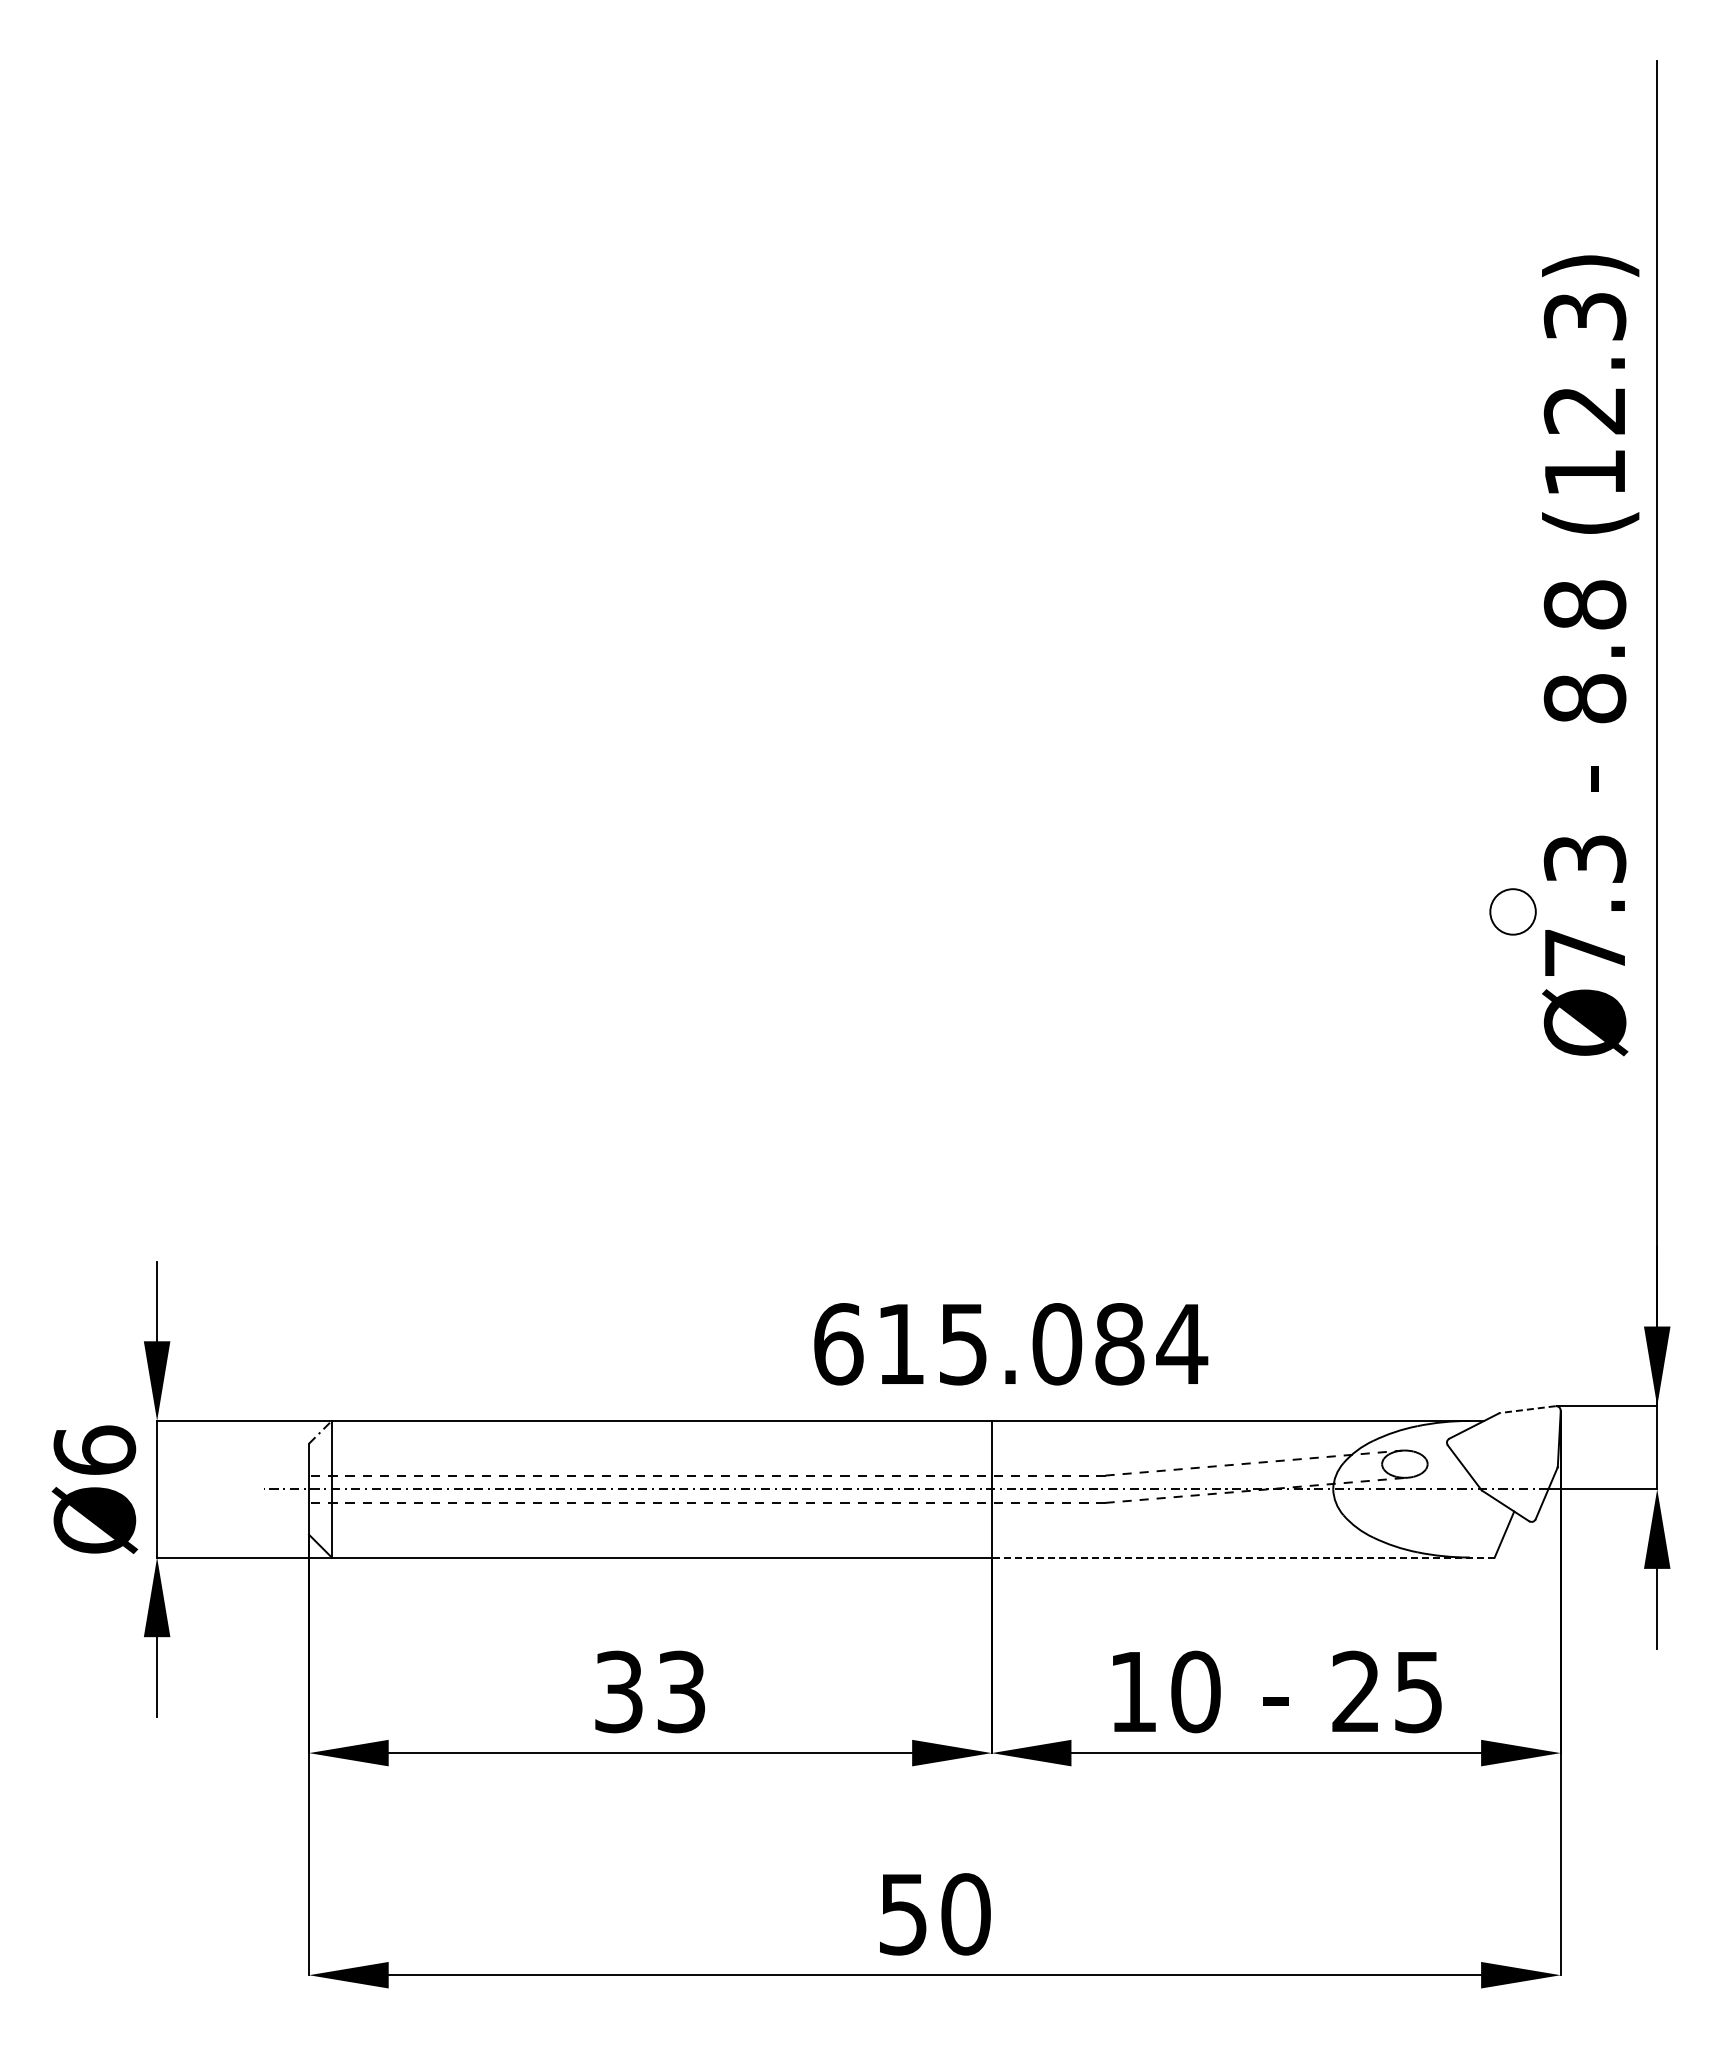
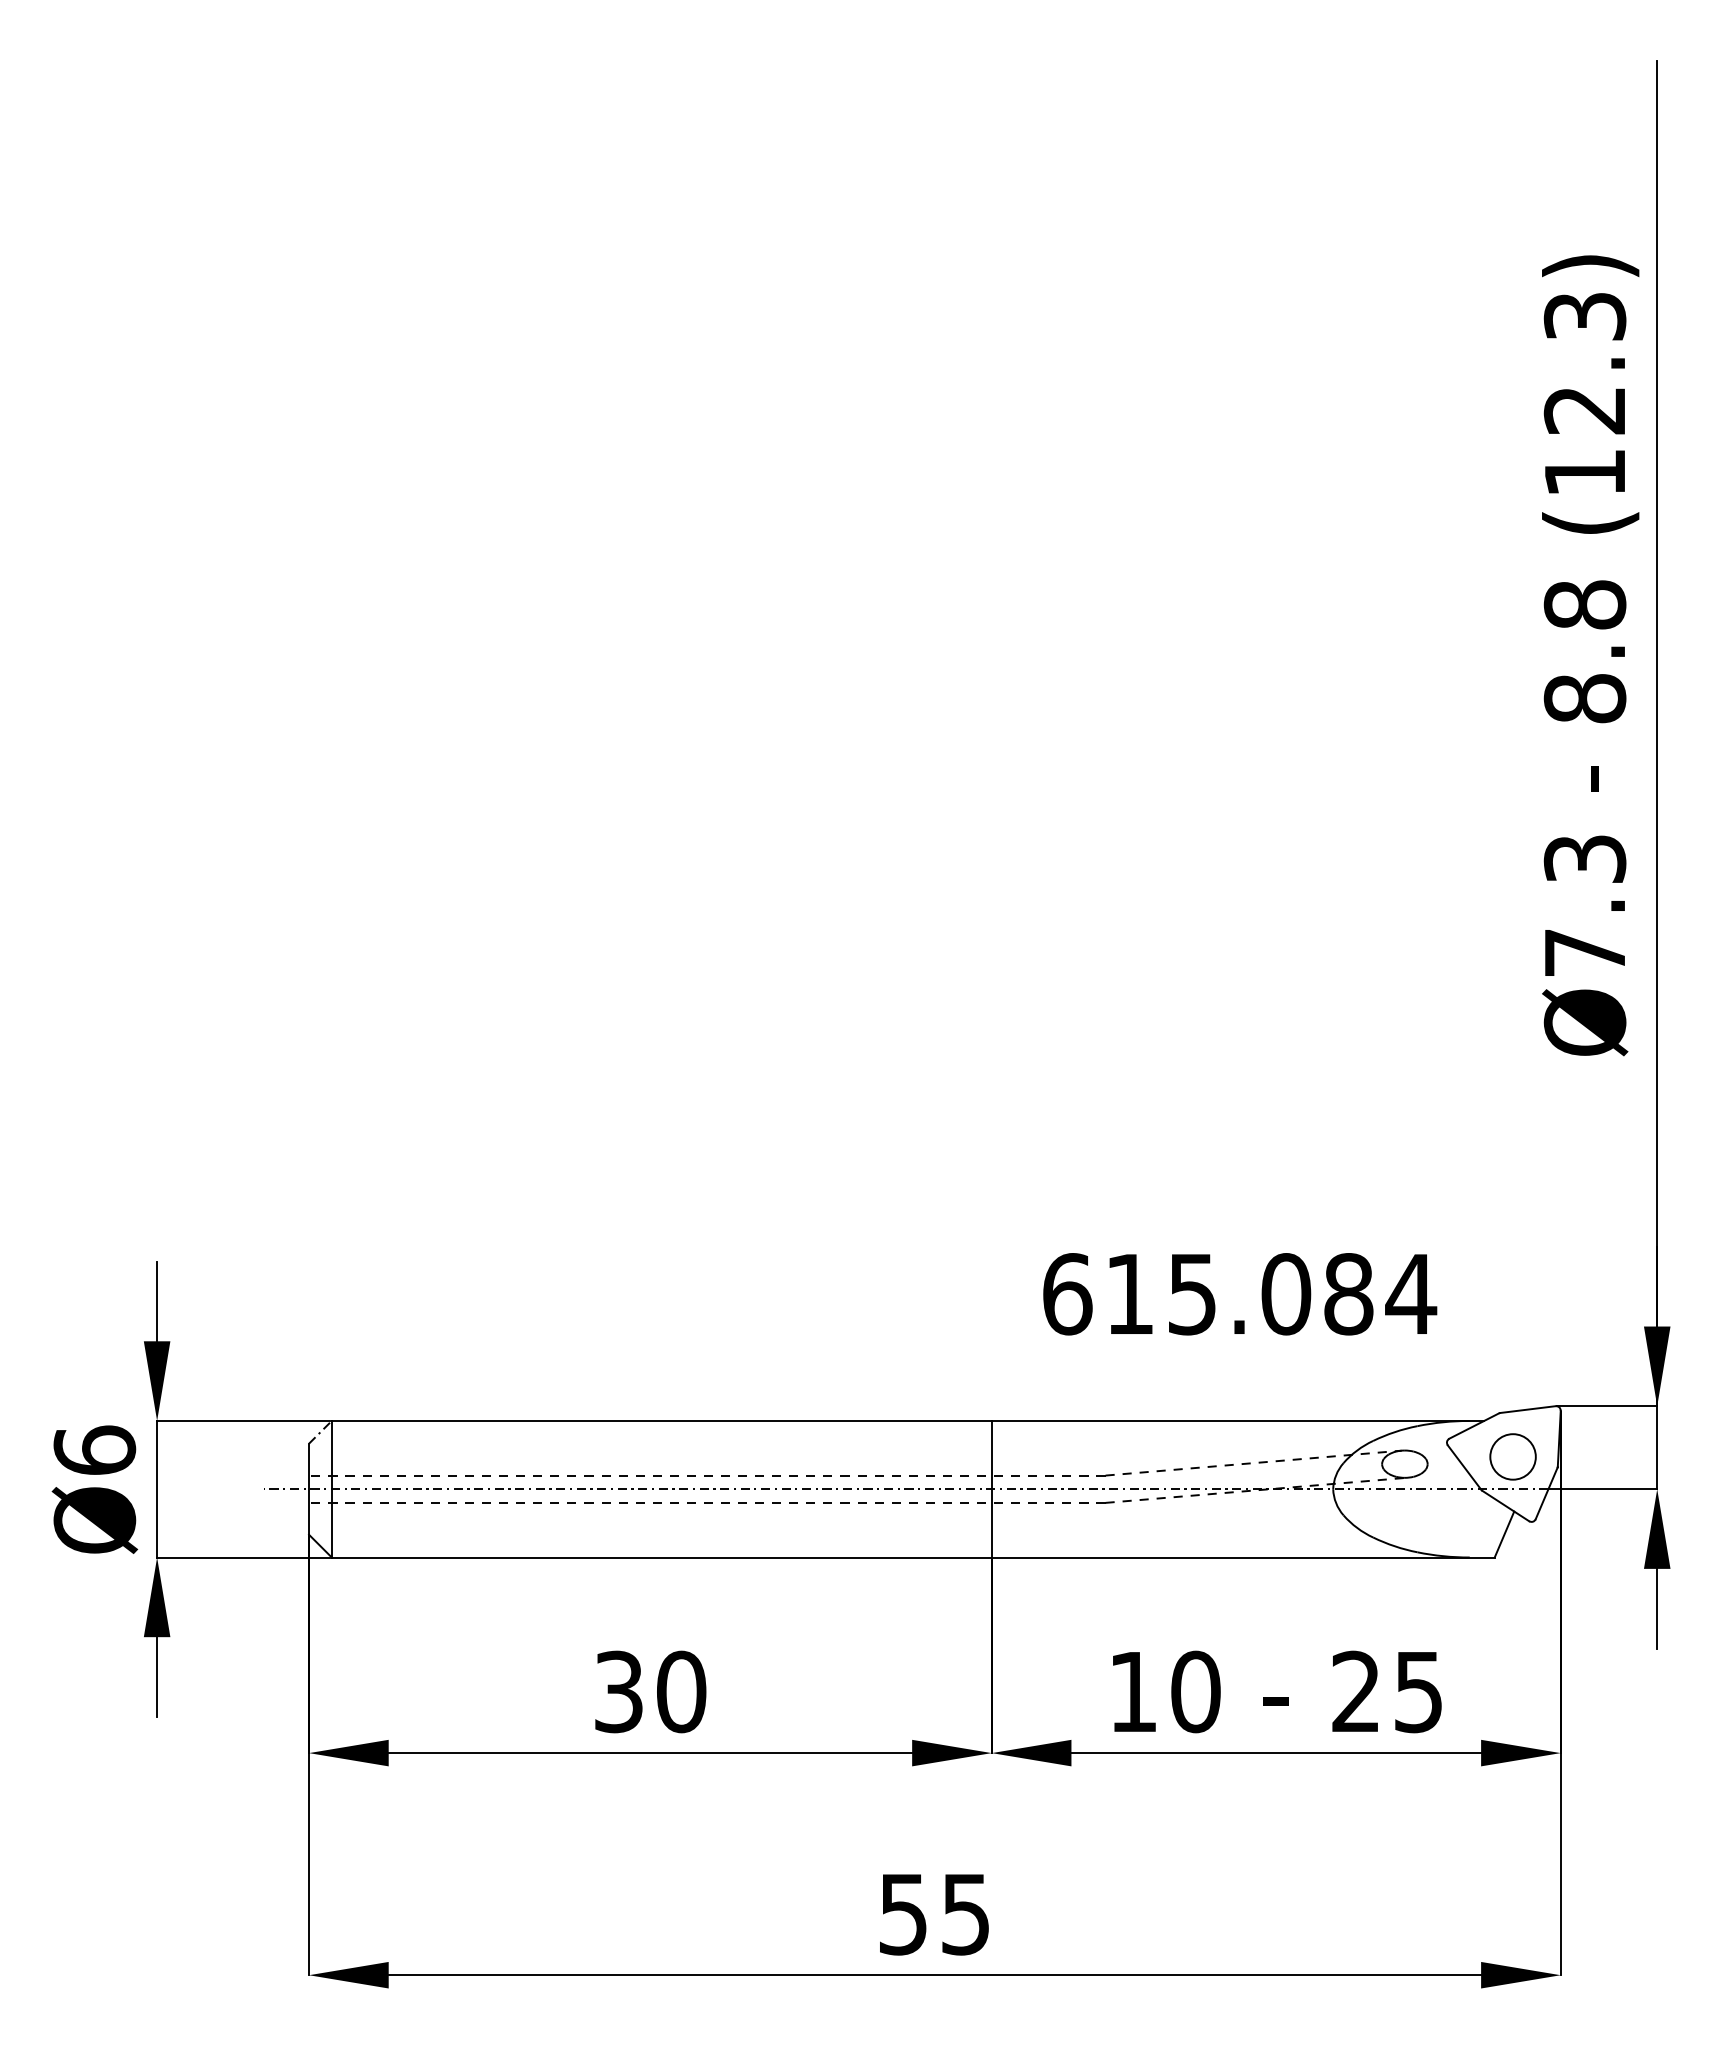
circle at (1512, 911) position: (1512, 911) -> (1512, 1456)
text at (1011, 1344) position: (1011, 1344) -> (1240, 1294)
line at (1528, 1409): dashed -> solid
line at (1242, 1557): dashed -> solid
text at (681, 1691): 33 -> 30
text at (965, 1914): 50 -> 55
